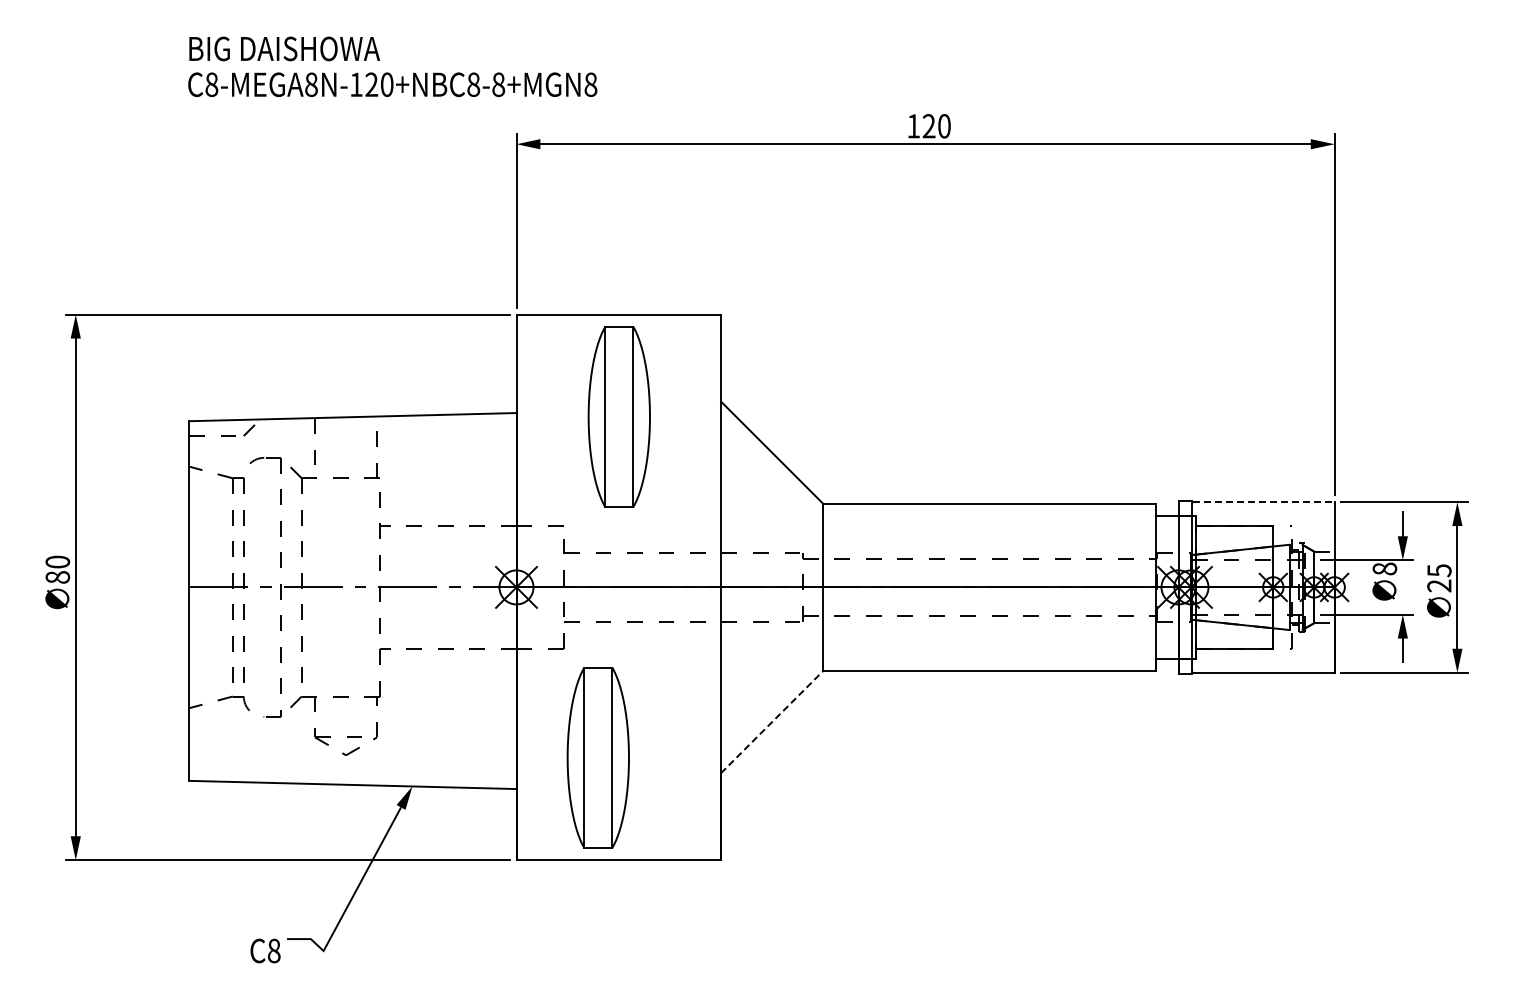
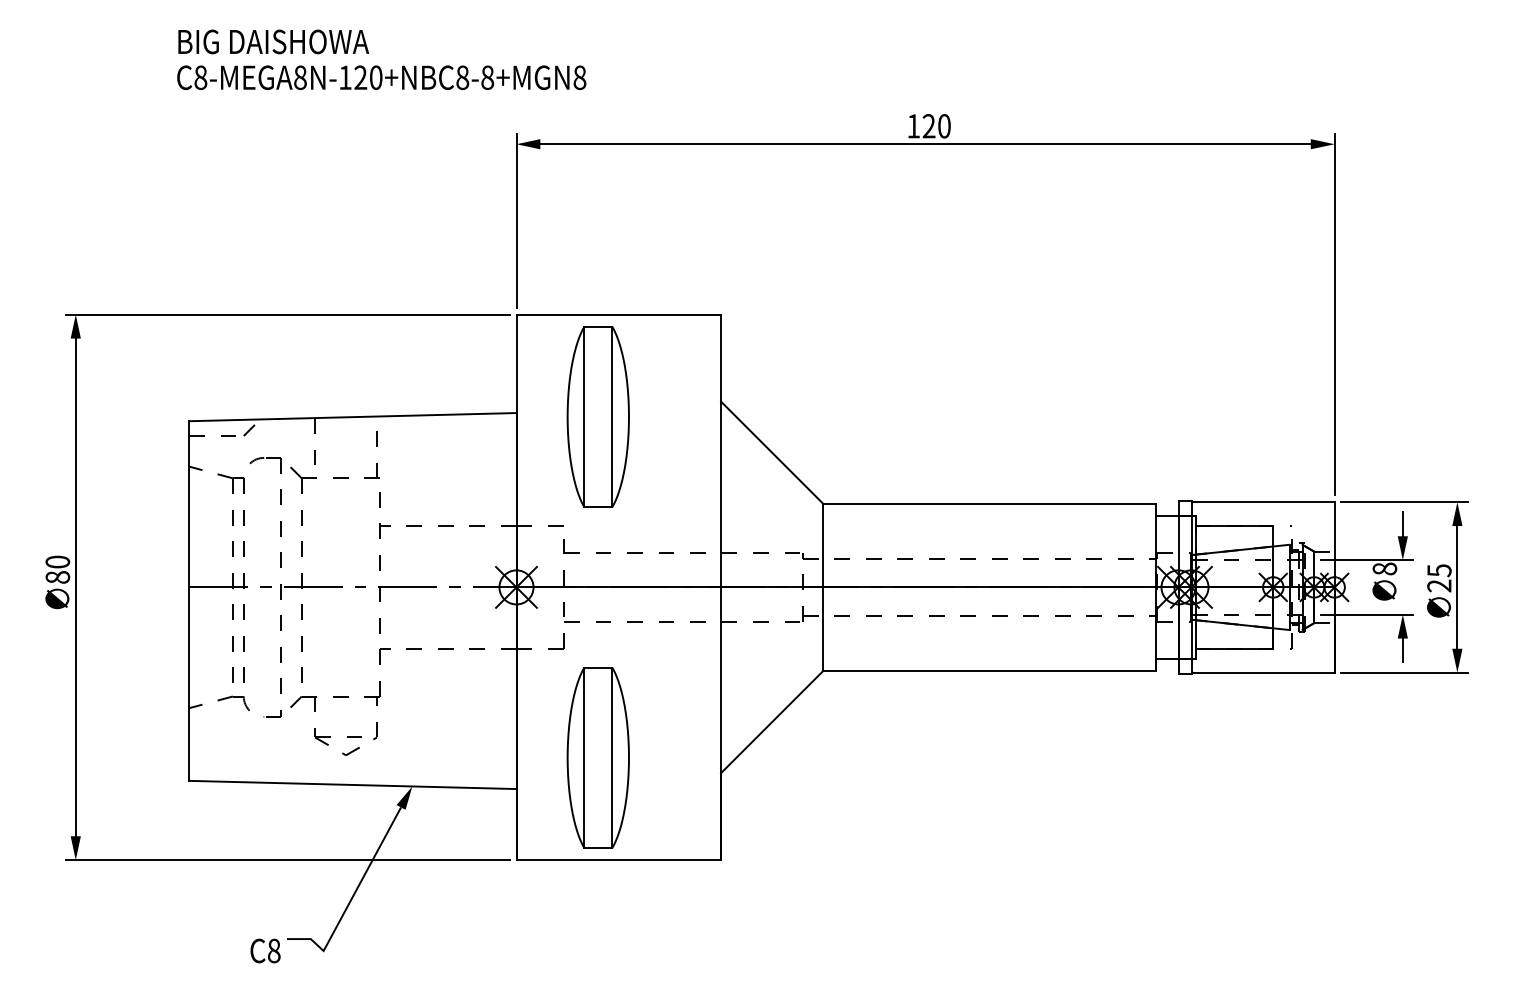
text at (392, 66) position: (392, 66) -> (381, 59)
part at (618, 416) position: (618, 416) -> (597, 416)
line at (1263, 502): dashed -> solid
line at (772, 721): dashed -> solid
